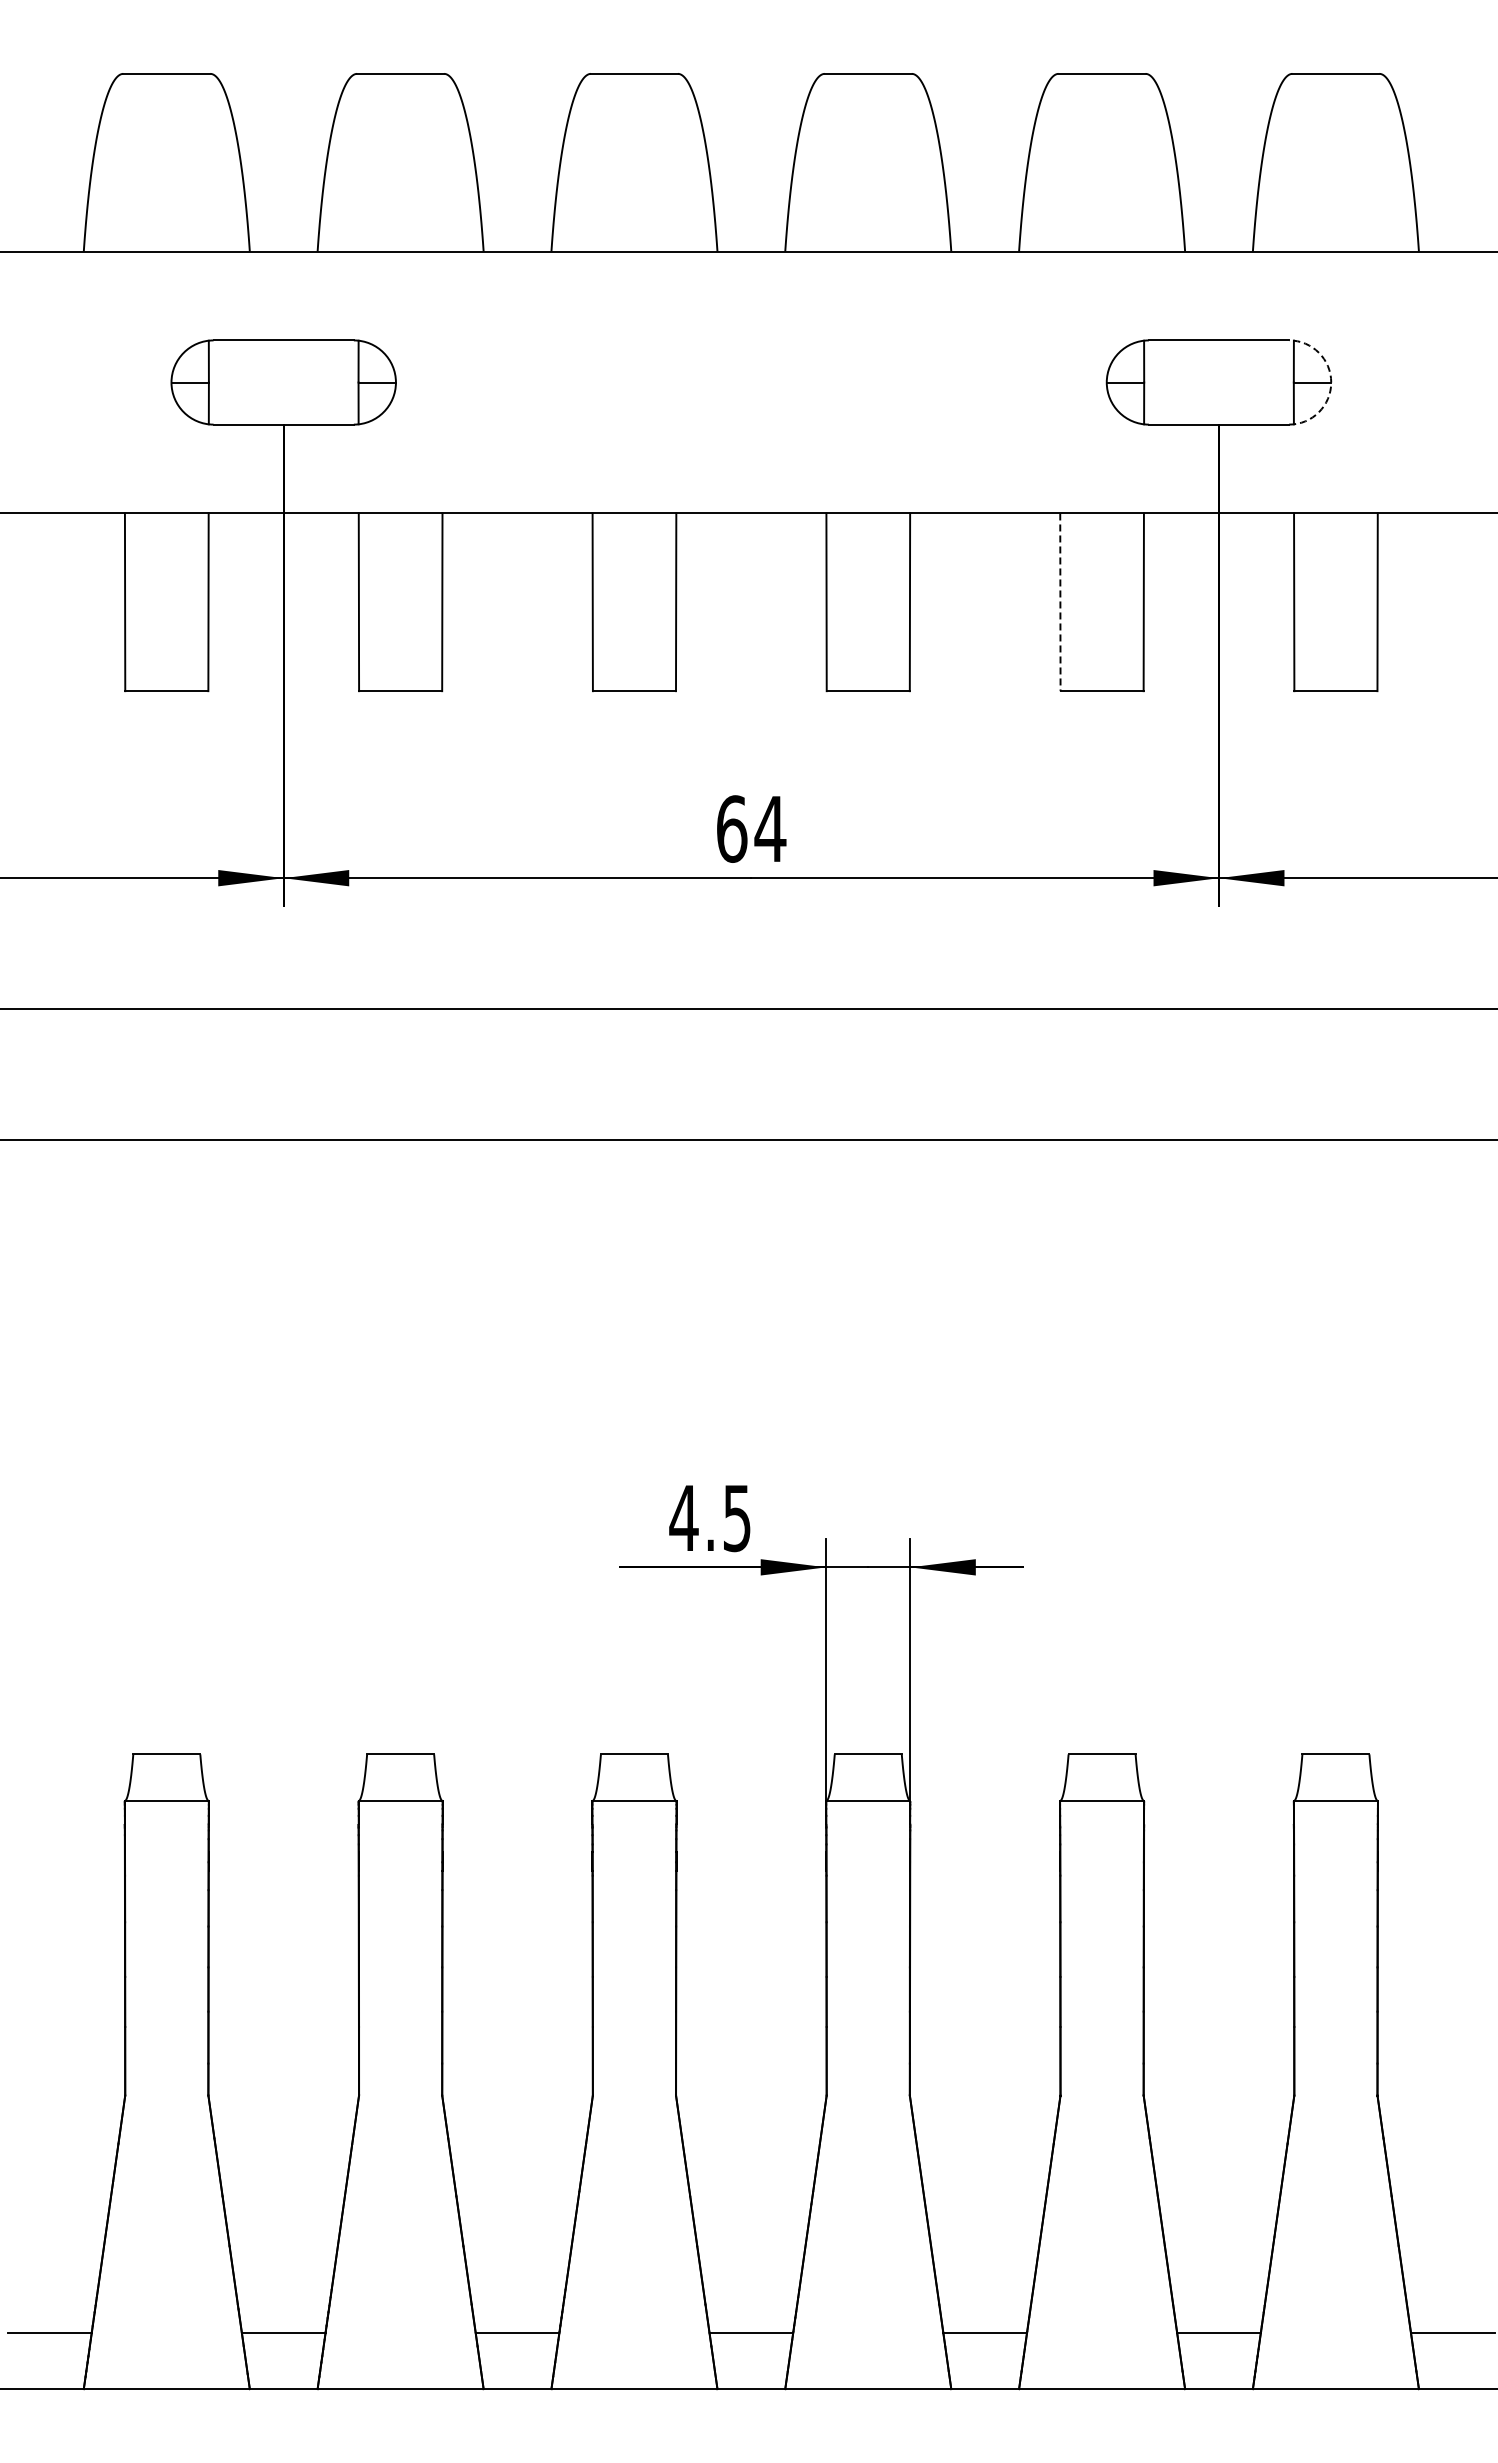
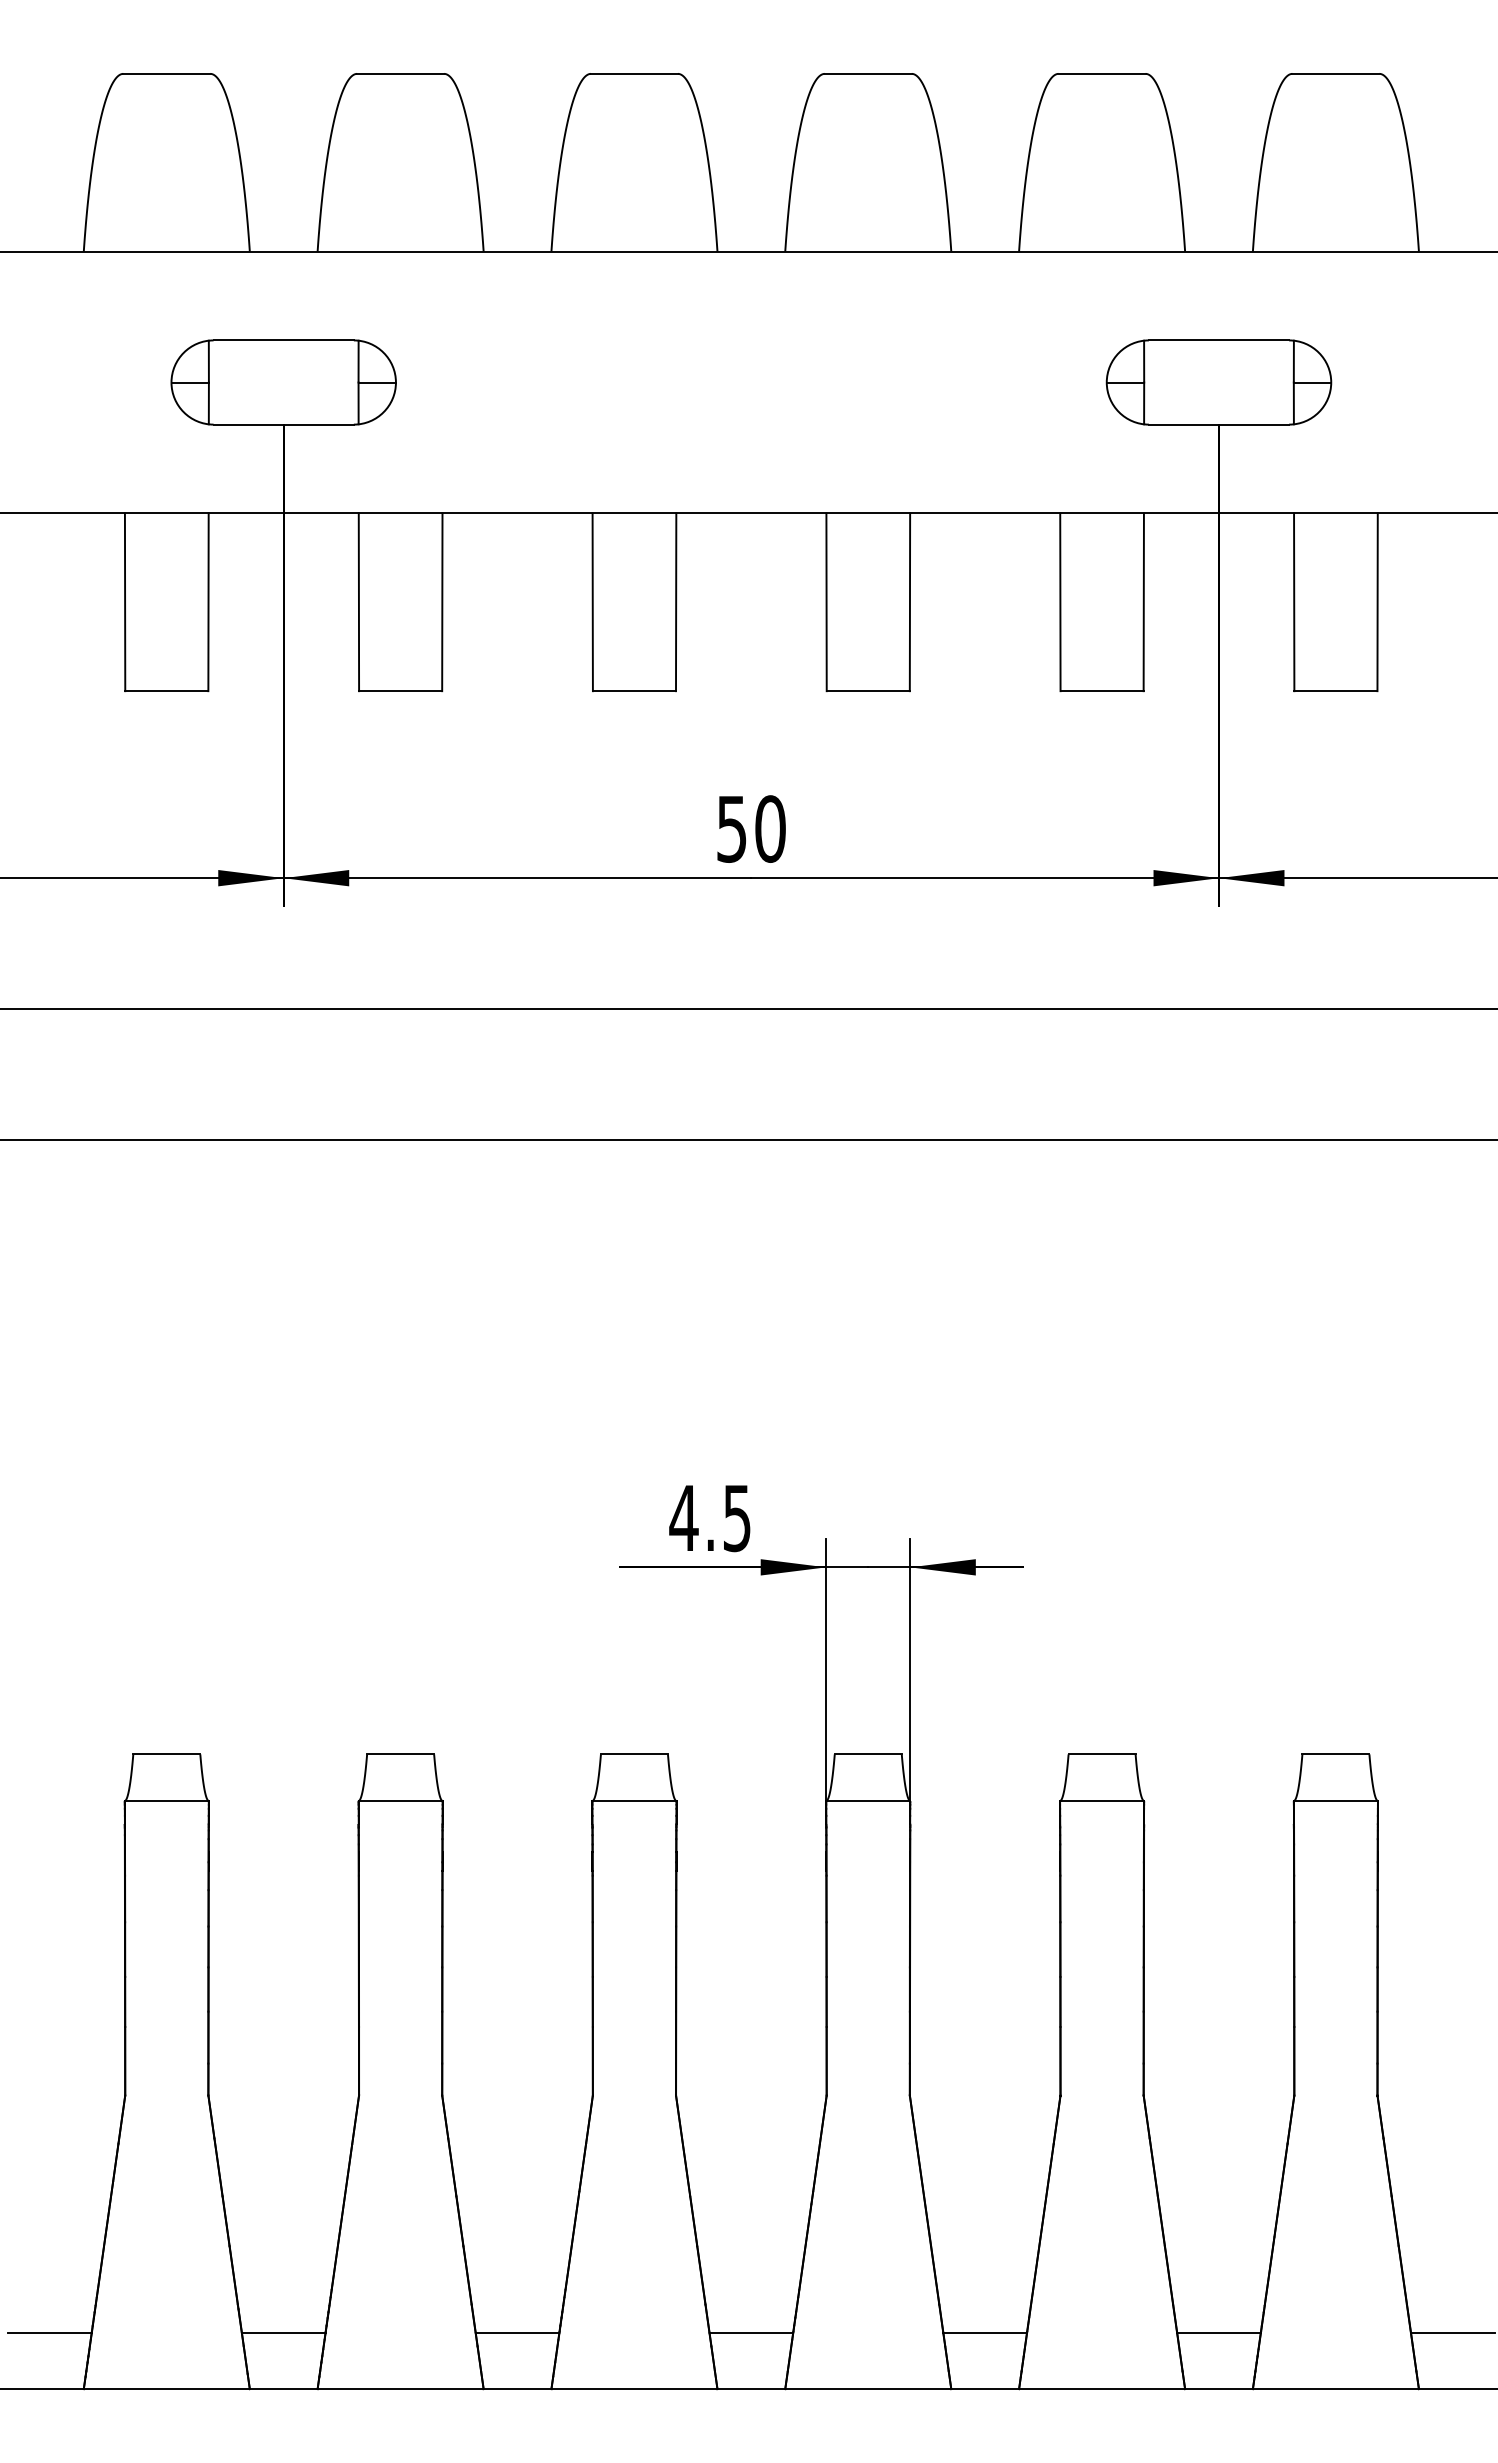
arc at (1331, 382): dashed -> solid
line at (1060, 602): dashed -> solid
text at (751, 828): 64 -> 50
